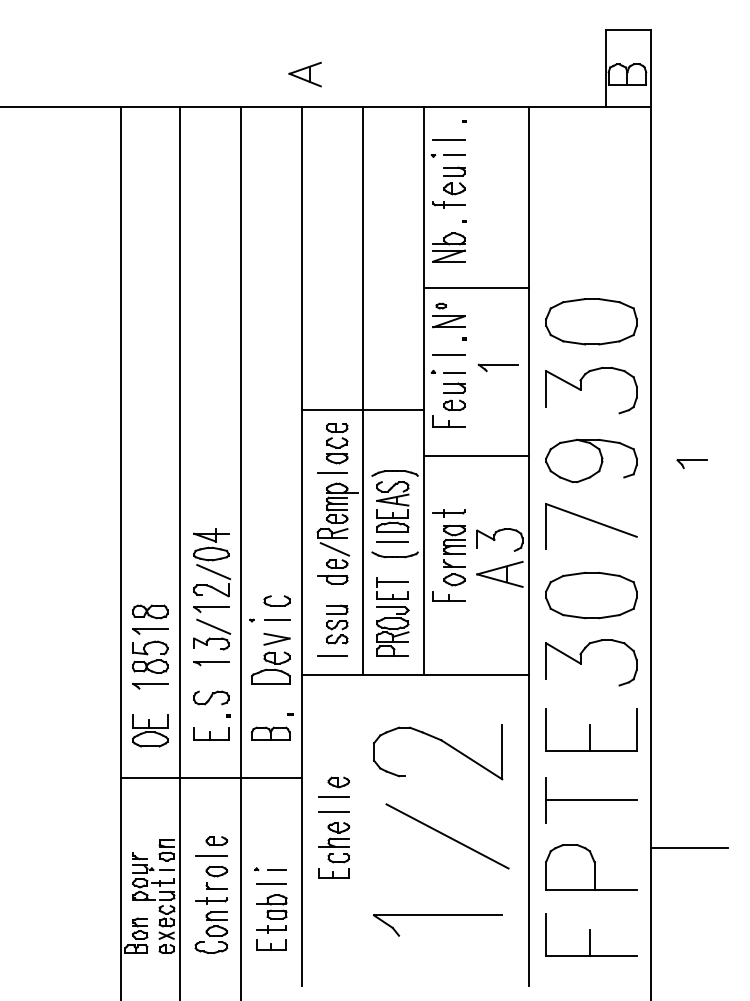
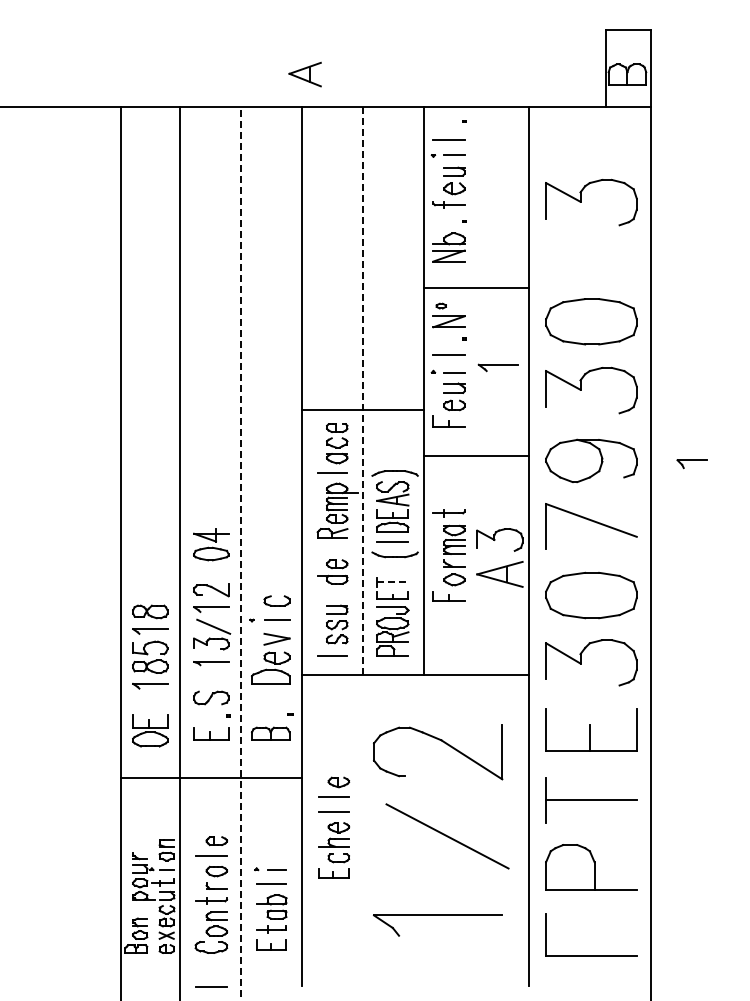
part at (581, 202): none -> present
line at (363, 390): solid -> dashed
line at (334, 549): present -> none
line at (241, 553): solid -> dashed
line at (213, 572): present -> none
line at (392, 582): solid -> dashed
line at (688, 848): present -> none
line at (589, 942): present -> none
line at (211, 986): none -> present
